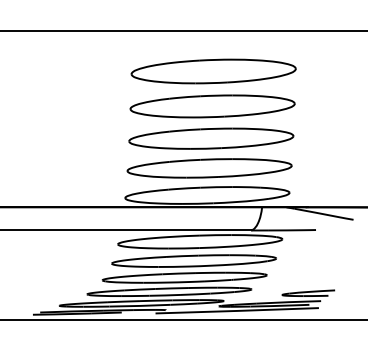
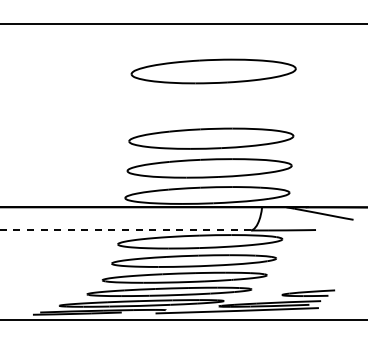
line at (183, 30) position: (183, 30) -> (183, 23)
part at (212, 106): present -> none
line at (125, 230): solid -> dashed
